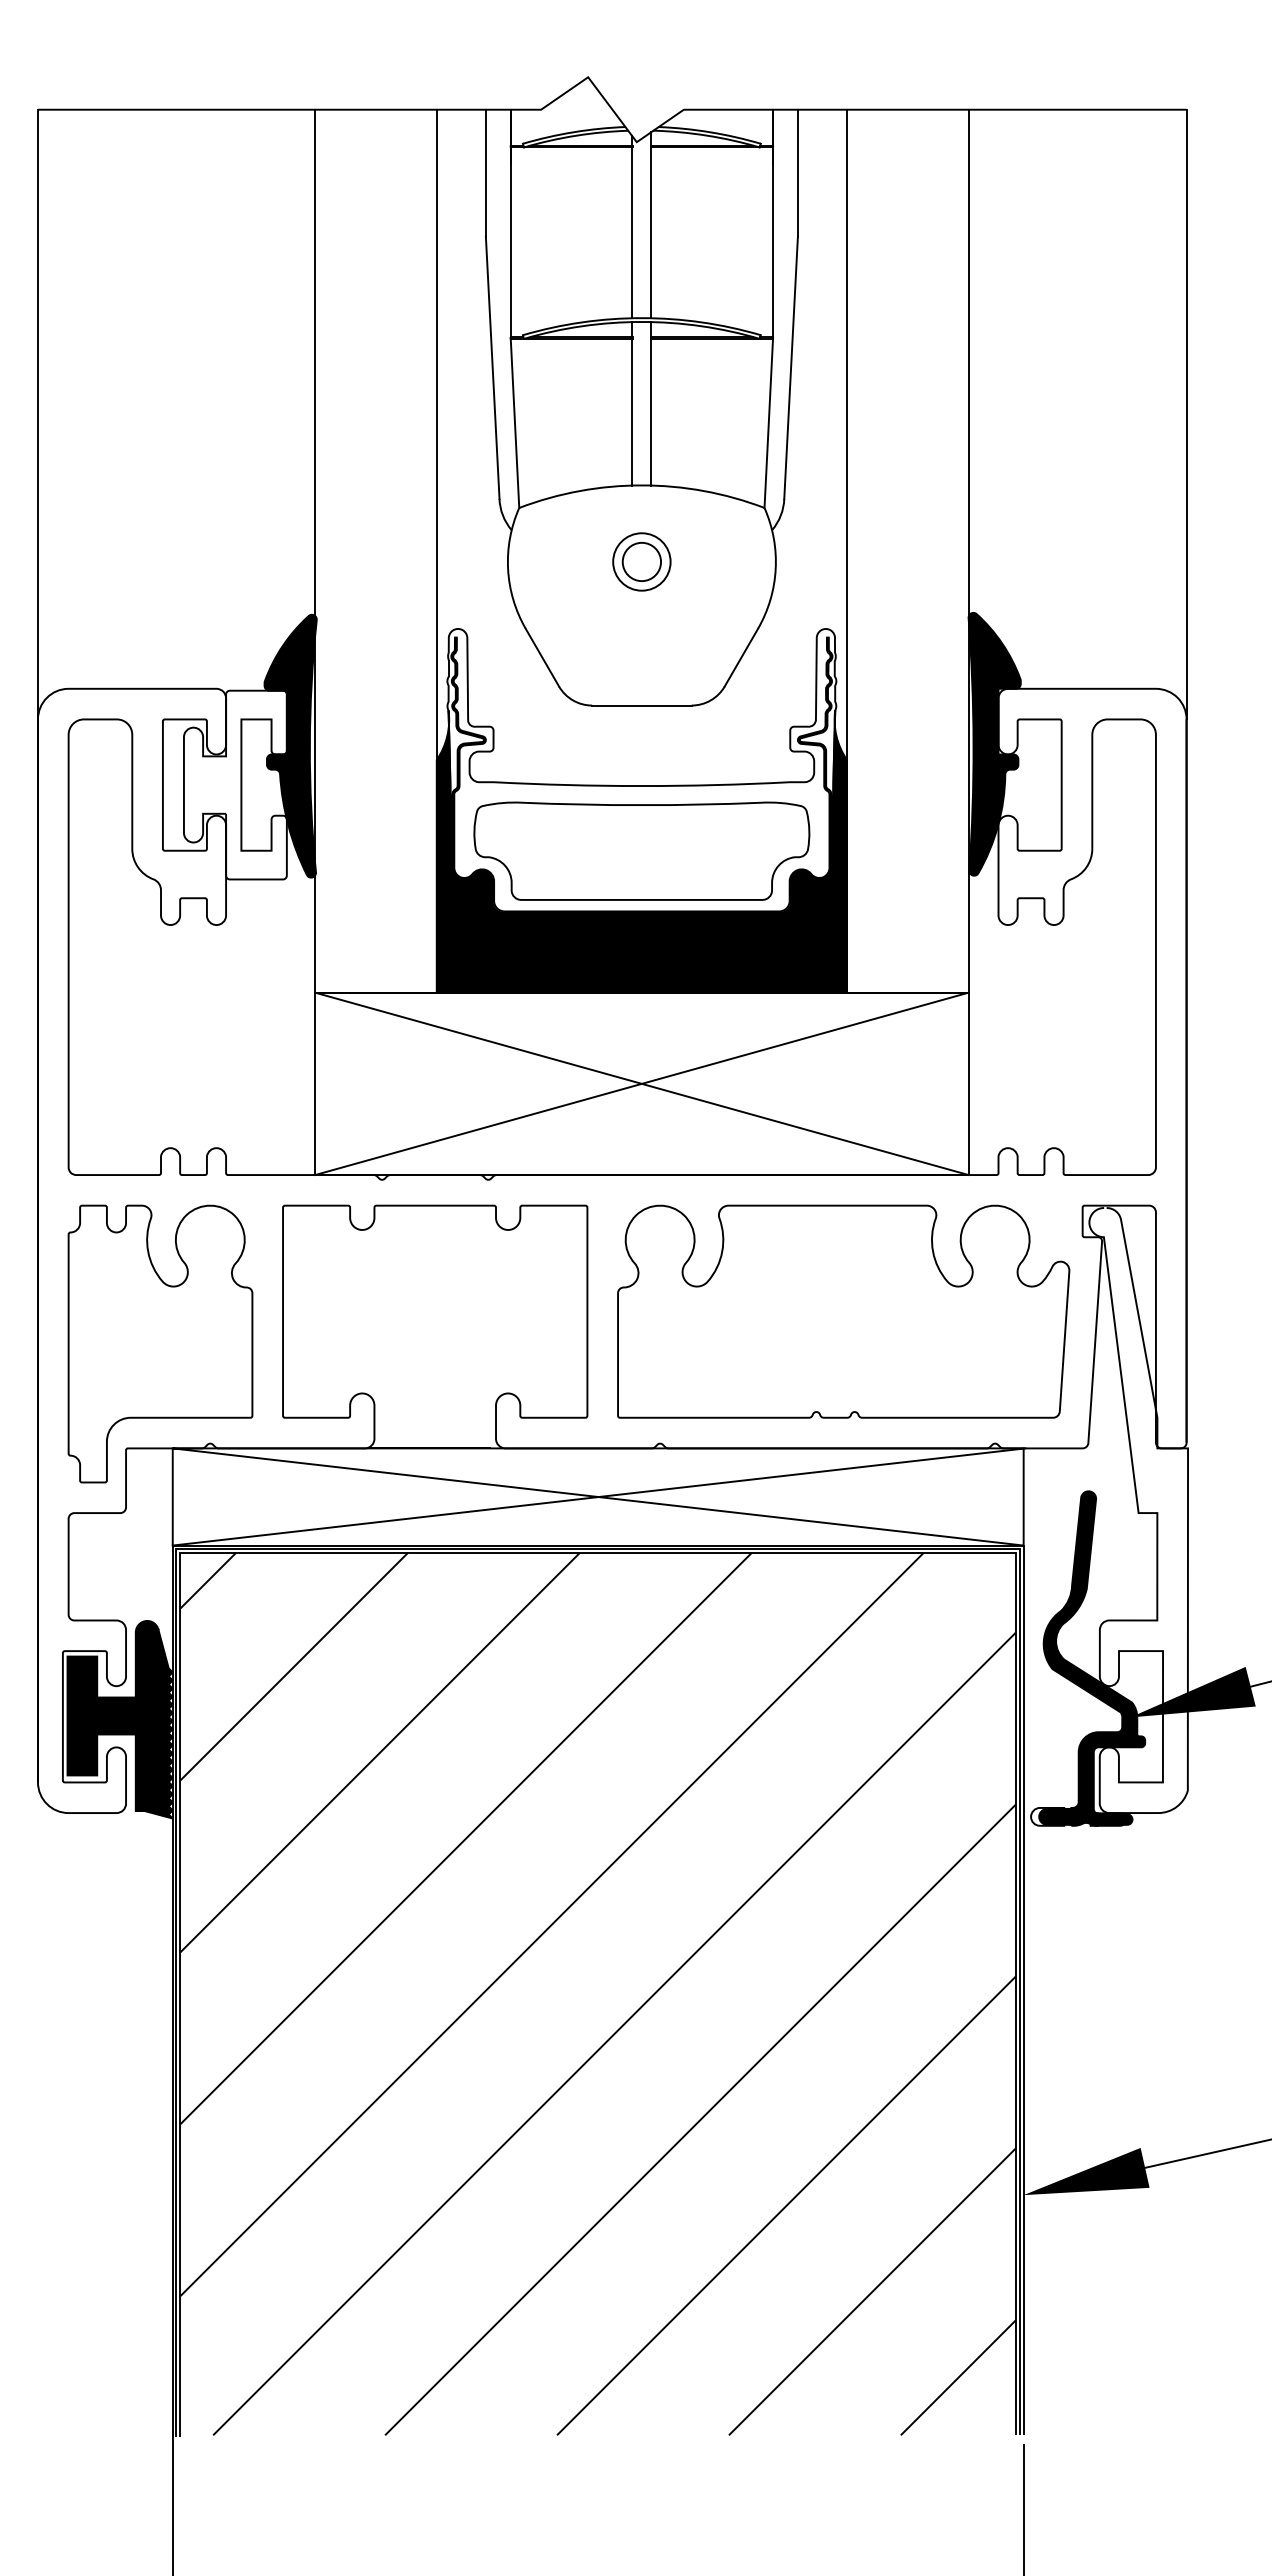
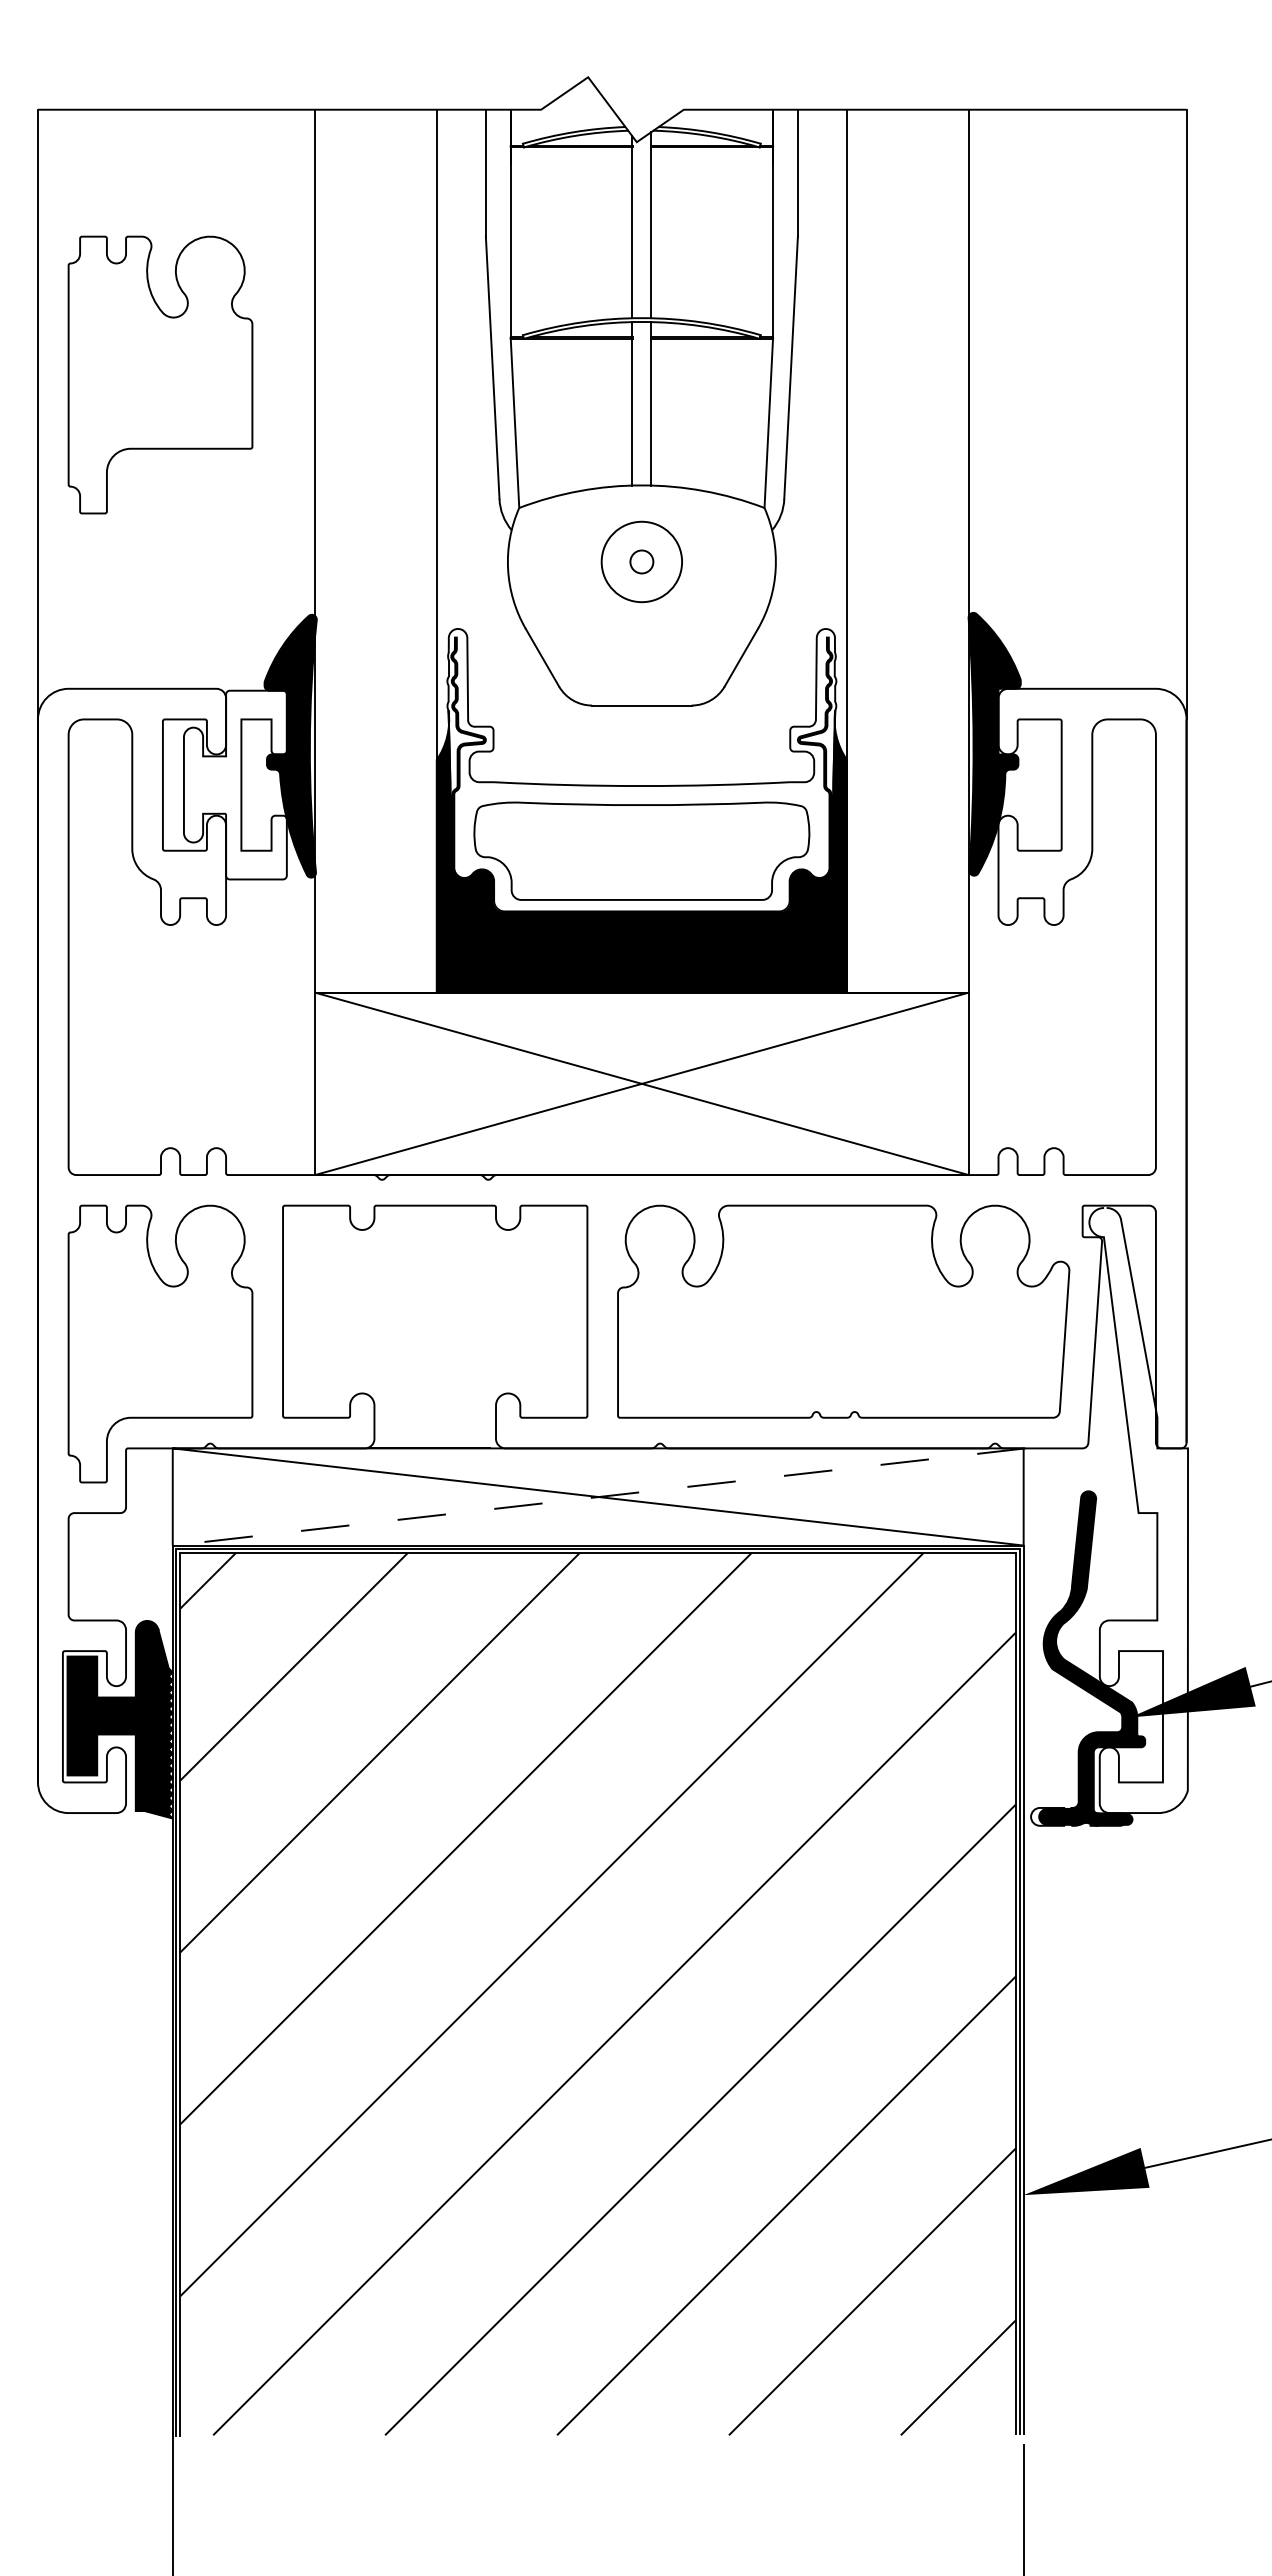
part at (160, 374): none -> present
circle at (641, 561) diameter: 38 px -> 23 px
circle at (641, 561) diameter: 57 px -> 80 px
line at (598, 1497): solid -> dashed
